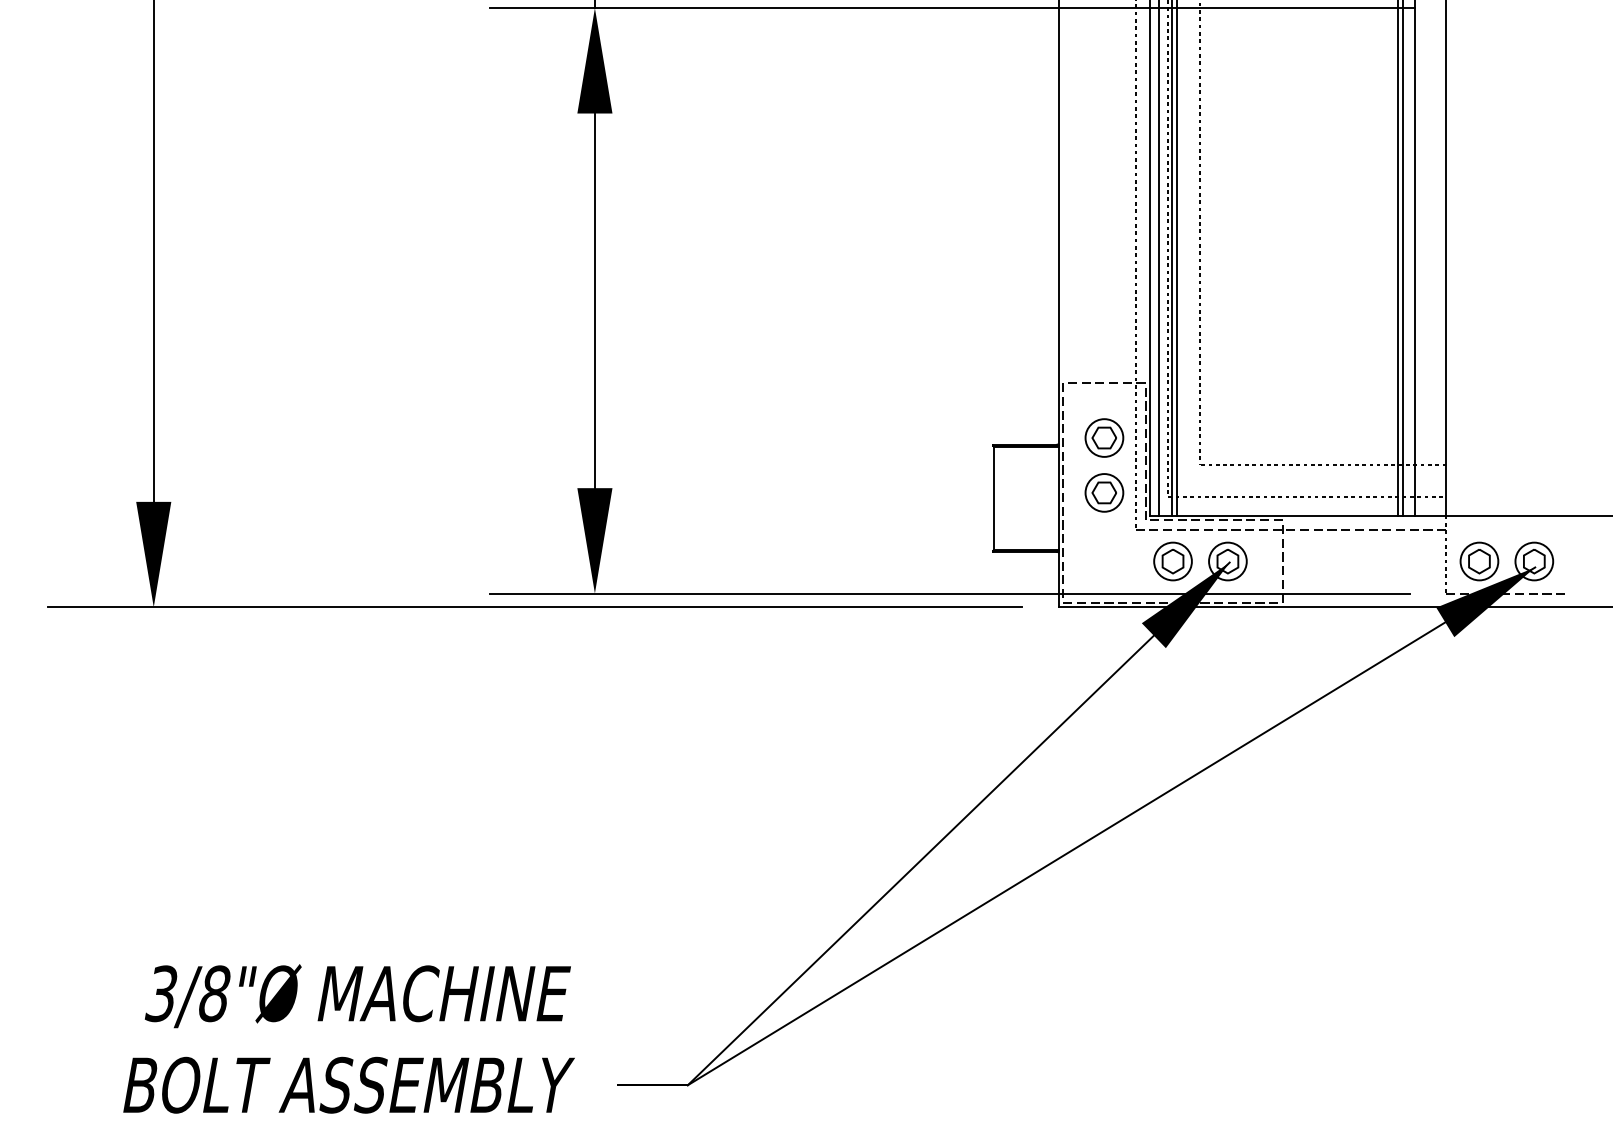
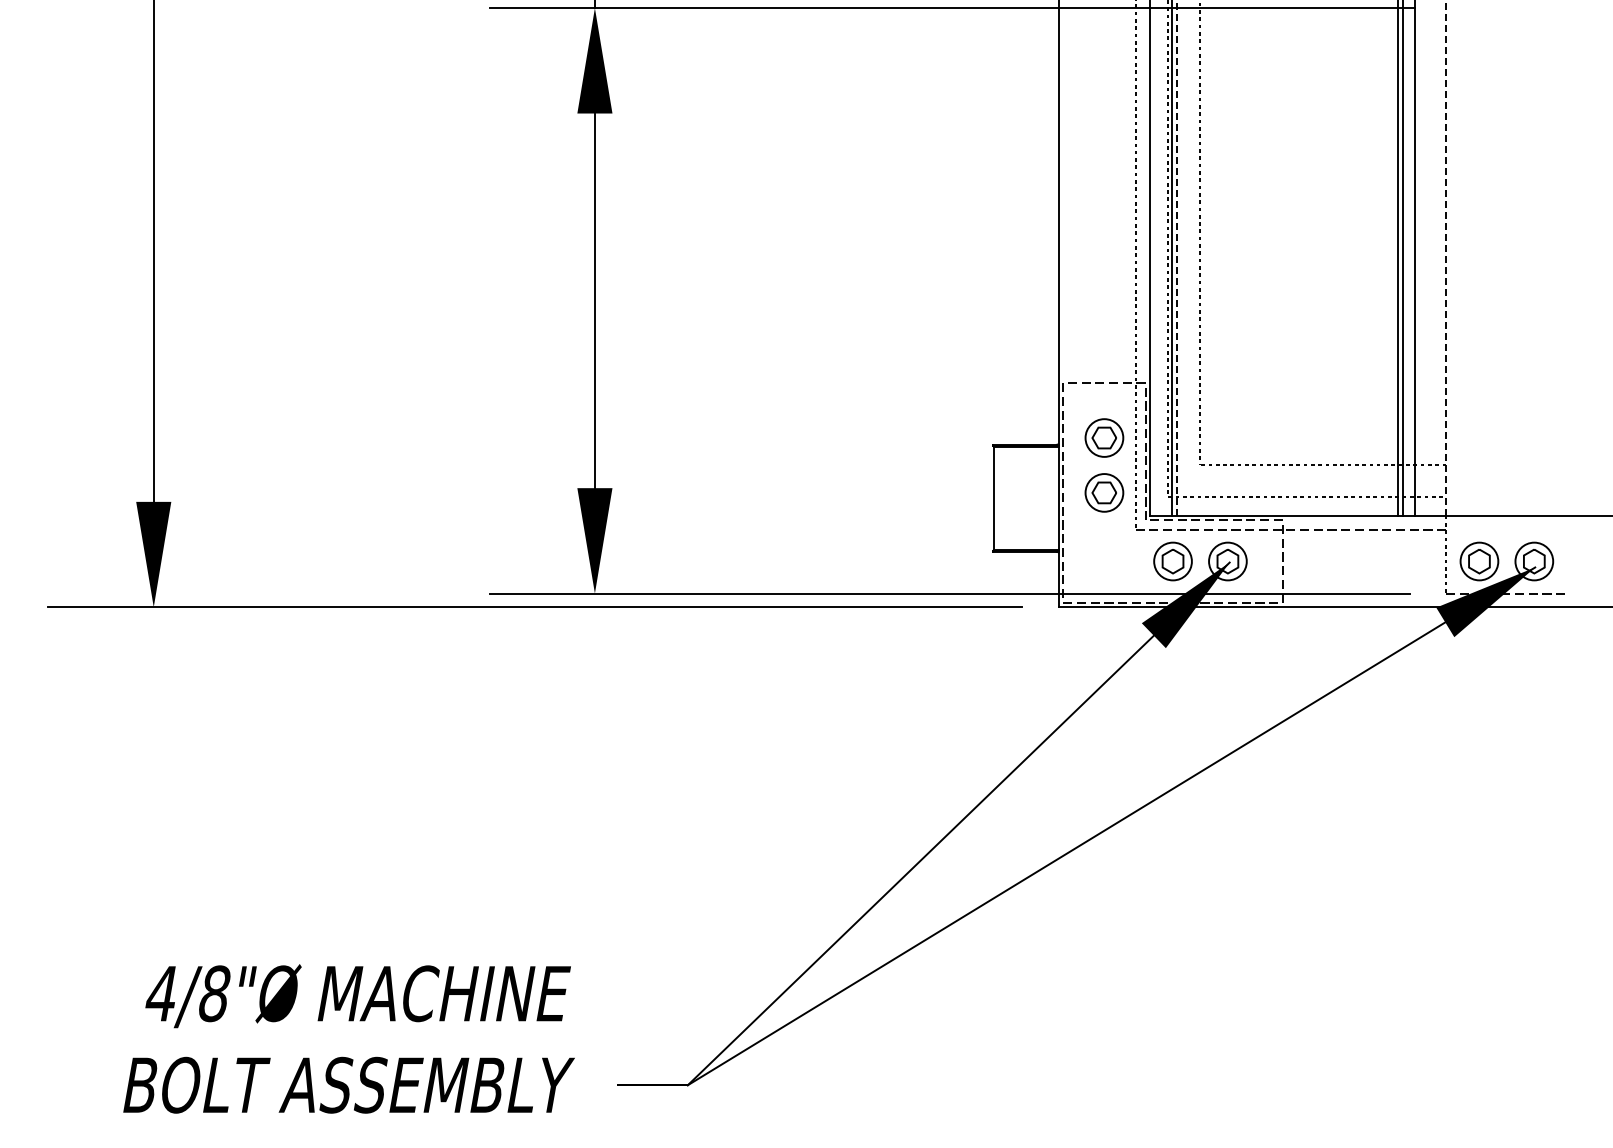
line at (1176, 257): solid -> dashed
line at (1446, 257): solid -> dashed
line at (1159, 258): present -> none
text at (160, 993): 3/8"Ø -> 4/8"Ø
